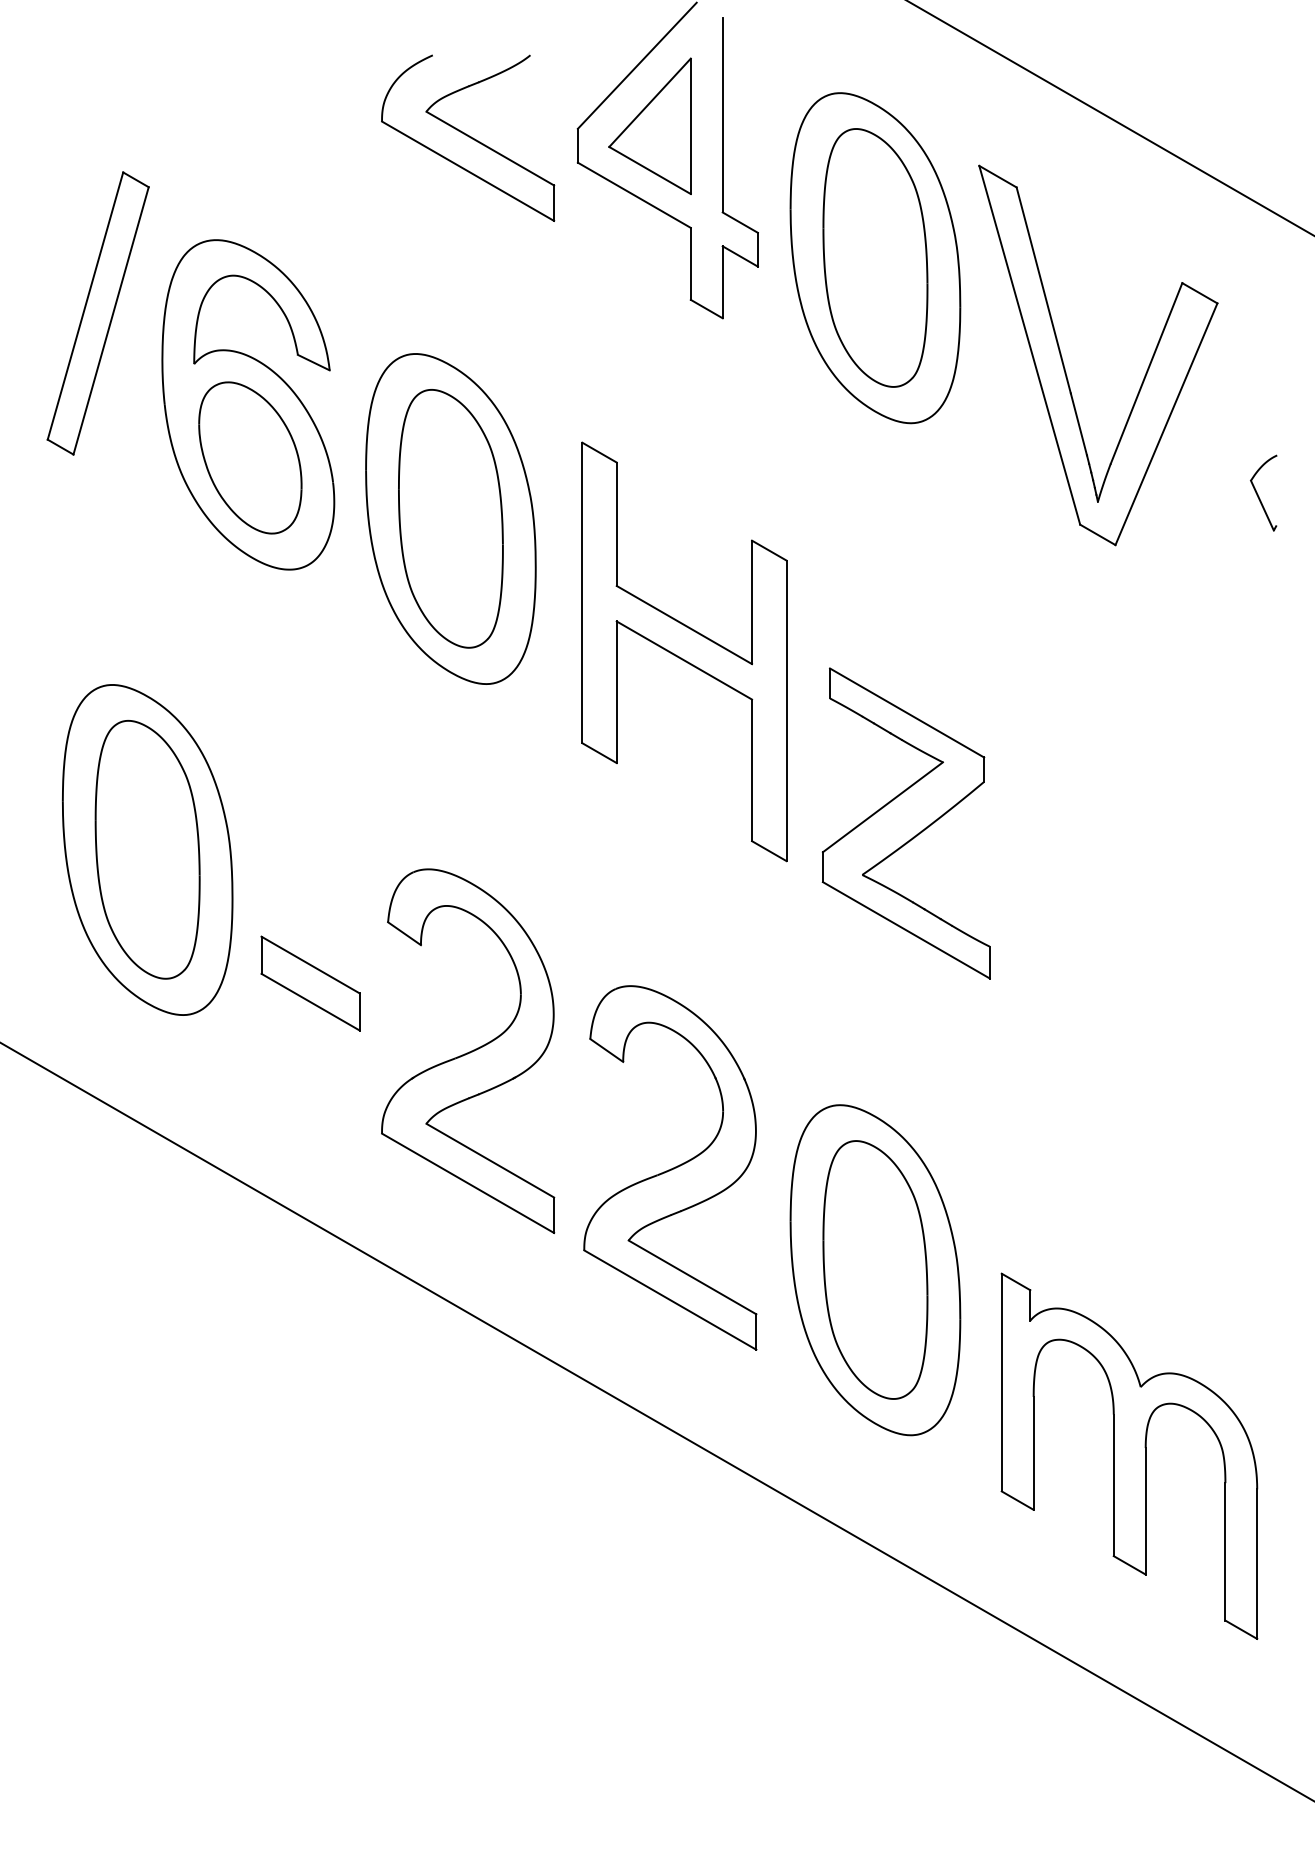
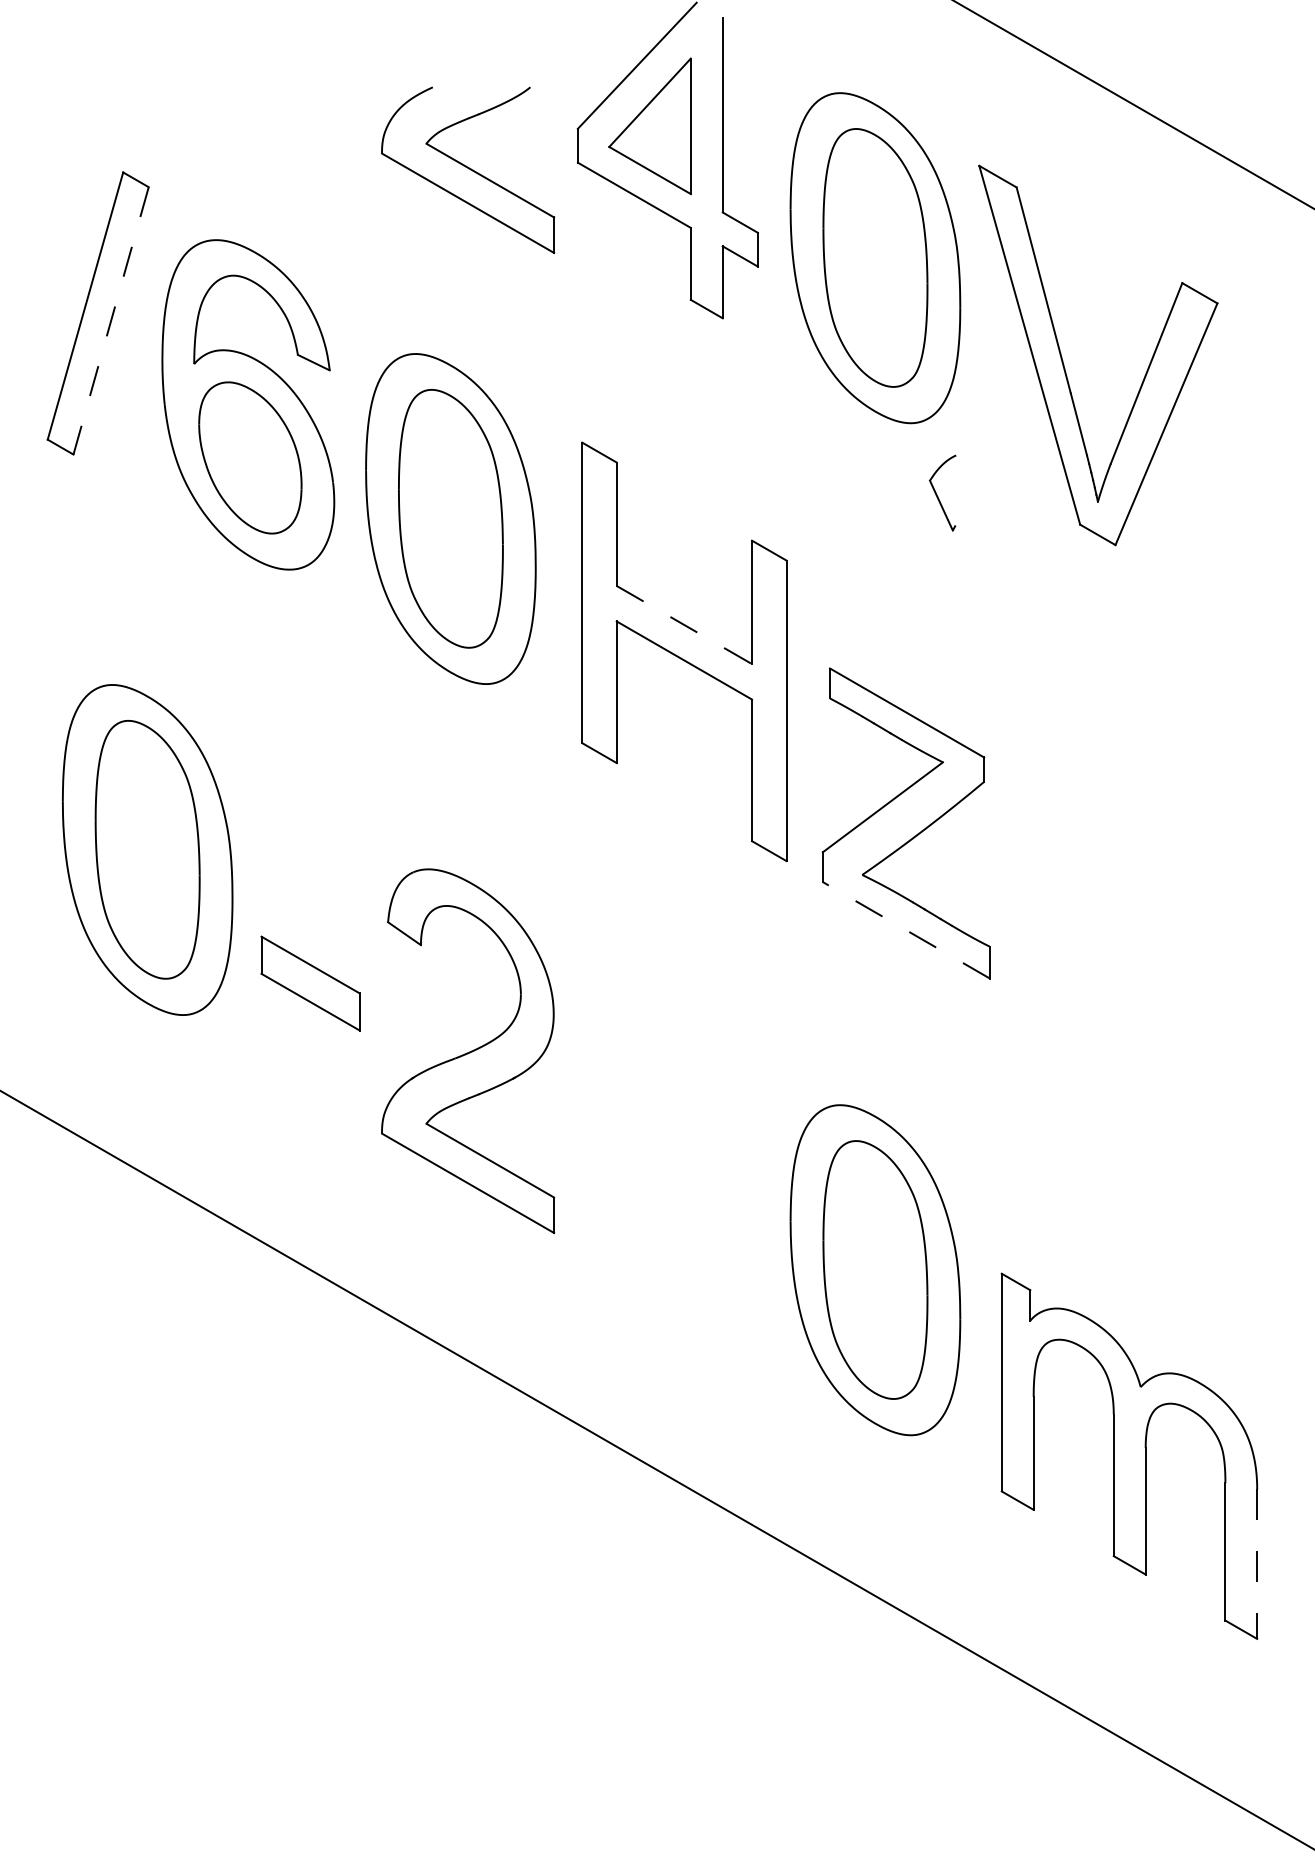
line at (1110, 118) position: (1110, 118) -> (1133, 104)
part at (468, 137) position: (468, 137) -> (468, 169)
line at (111, 320): solid -> dashed
part at (1263, 492) position: (1263, 492) -> (942, 492)
line at (684, 625): solid -> dashed
line at (905, 930): solid -> dashed
part at (670, 1167): present -> none
line at (656, 1421) position: (656, 1421) -> (656, 1469)
line at (1257, 1564): solid -> dashed
